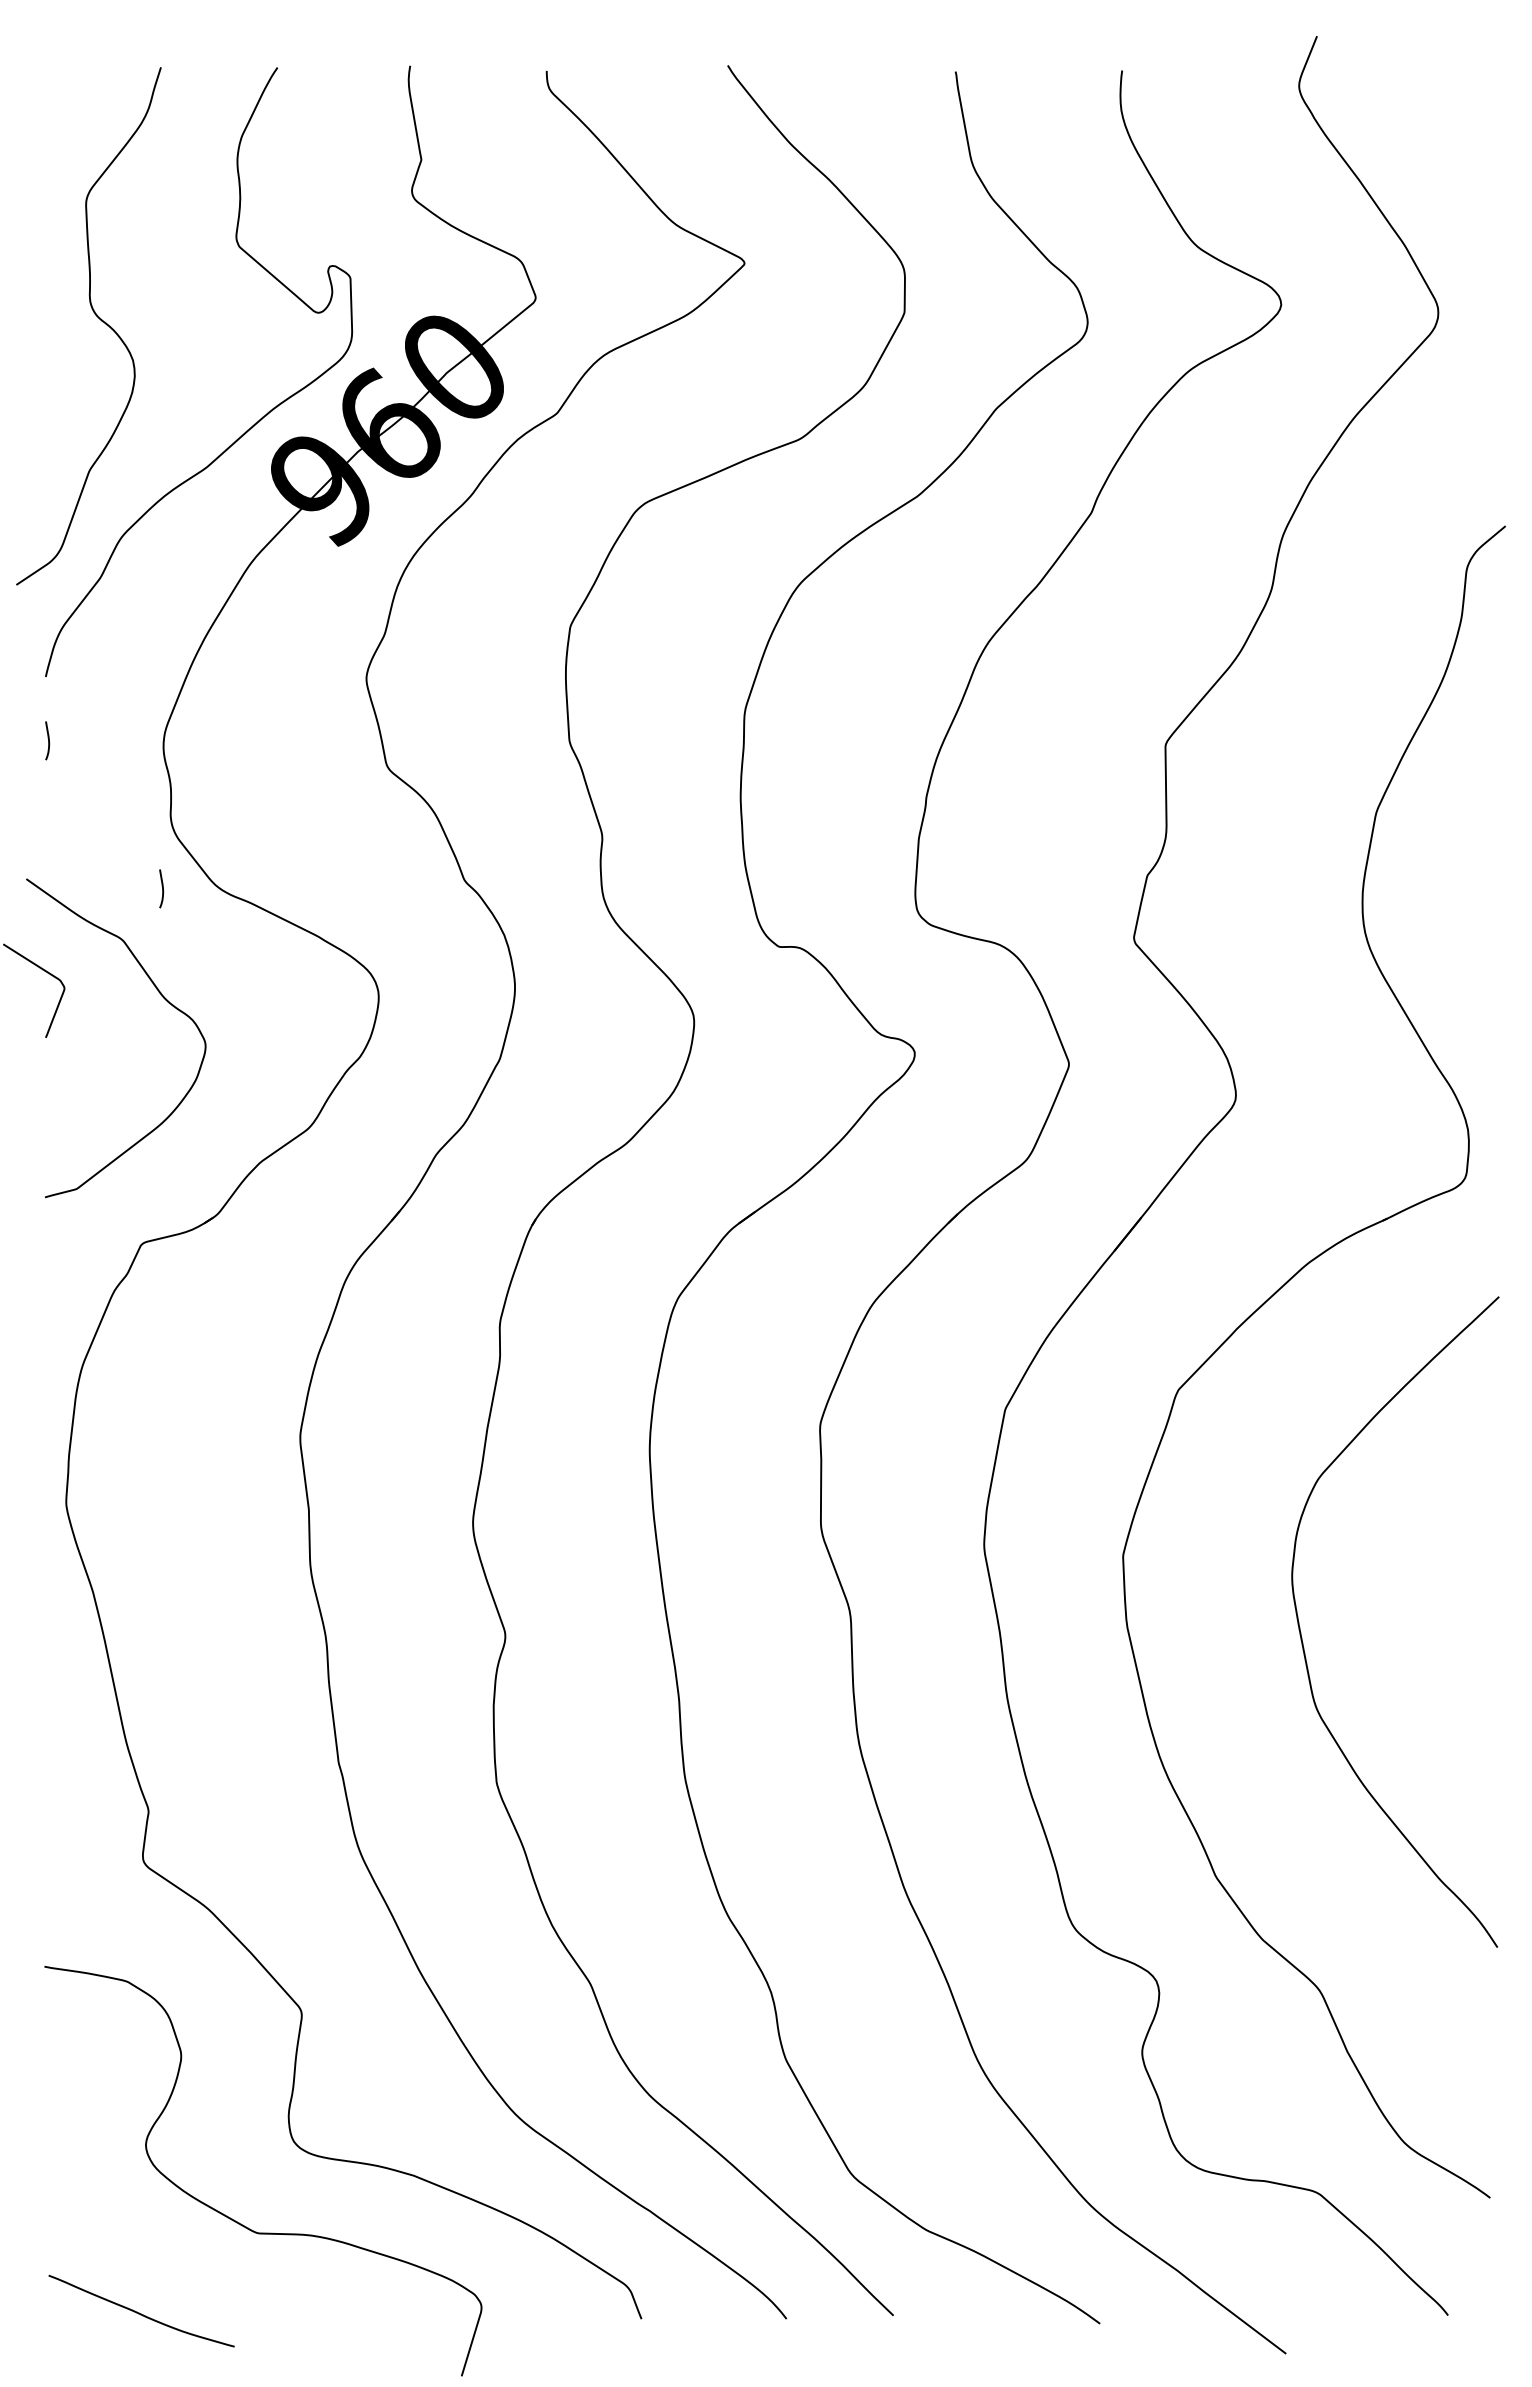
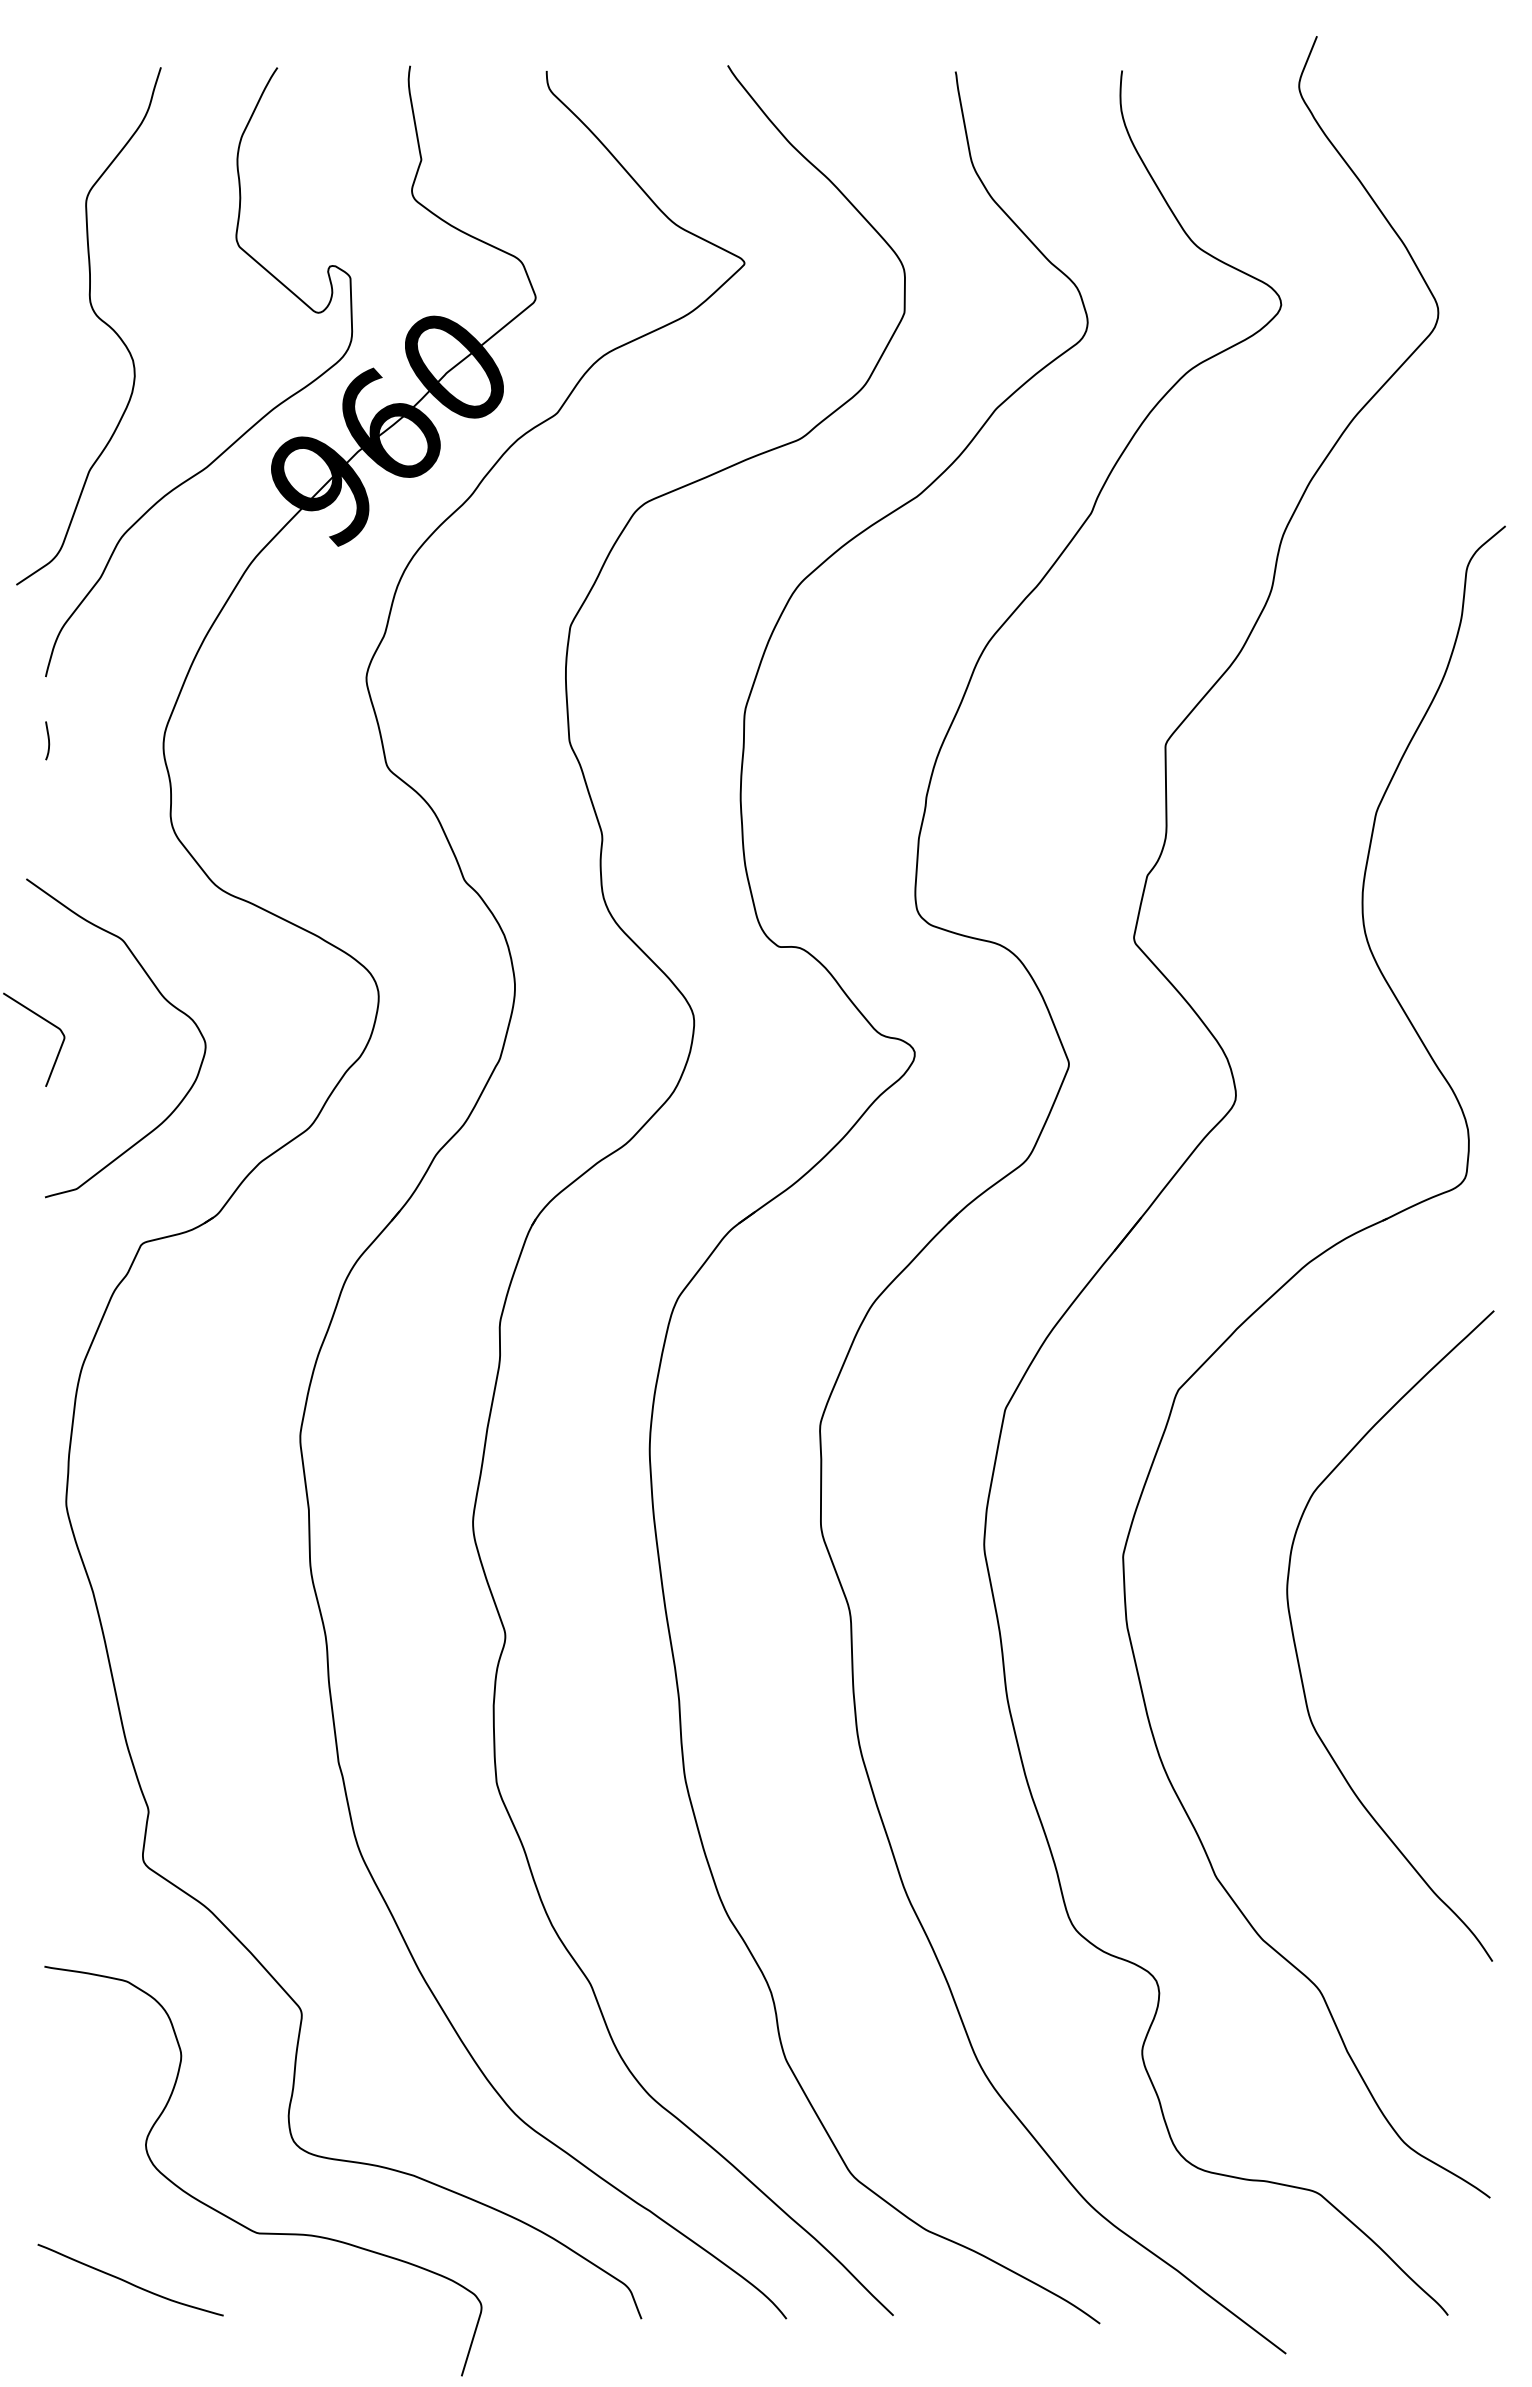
curve at (162, 888): present -> none
curve at (45, 972) position: (45, 972) -> (45, 1021)
curve at (1302, 1637) position: (1302, 1637) -> (1297, 1651)
curve at (139, 2312) position: (139, 2312) -> (128, 2281)
